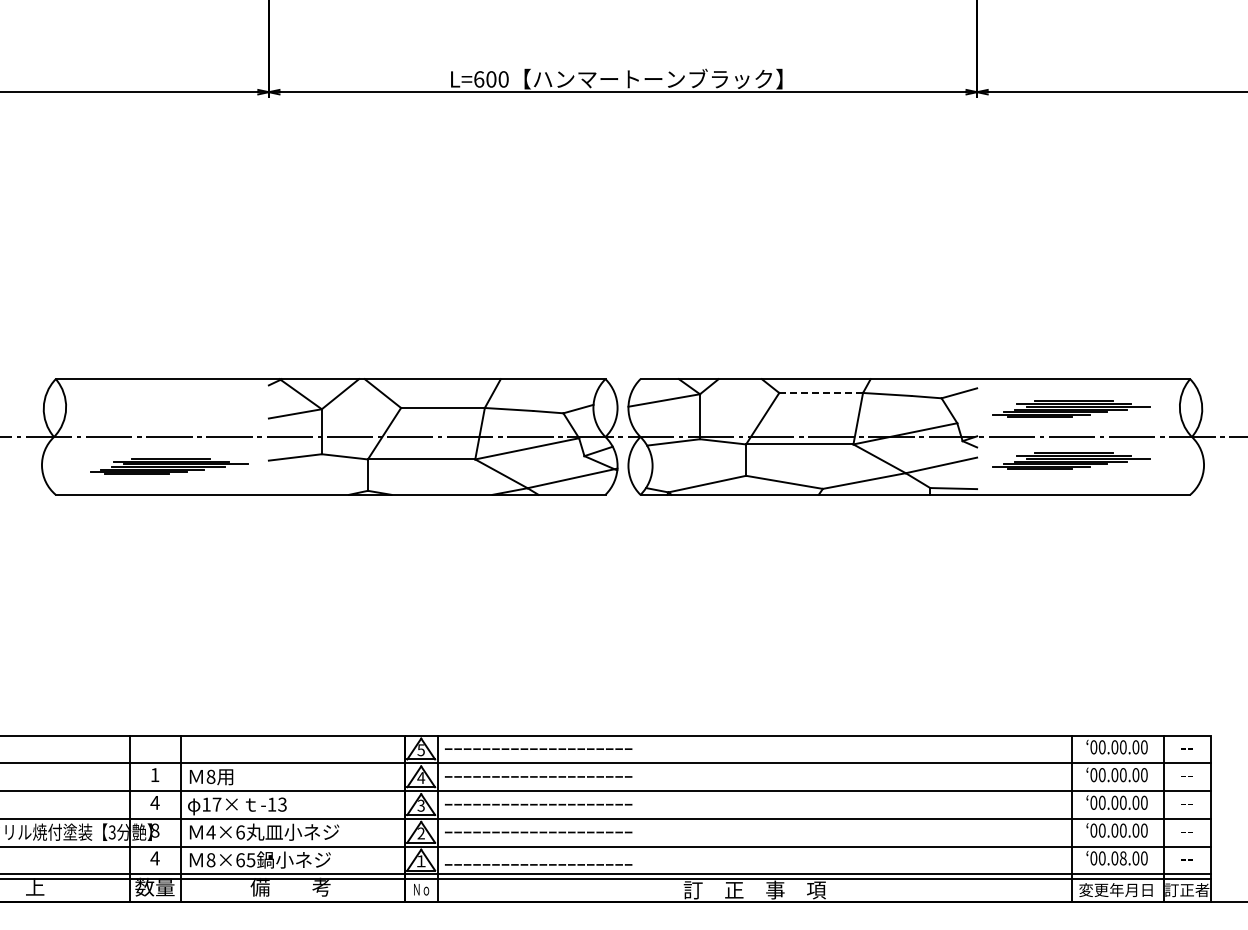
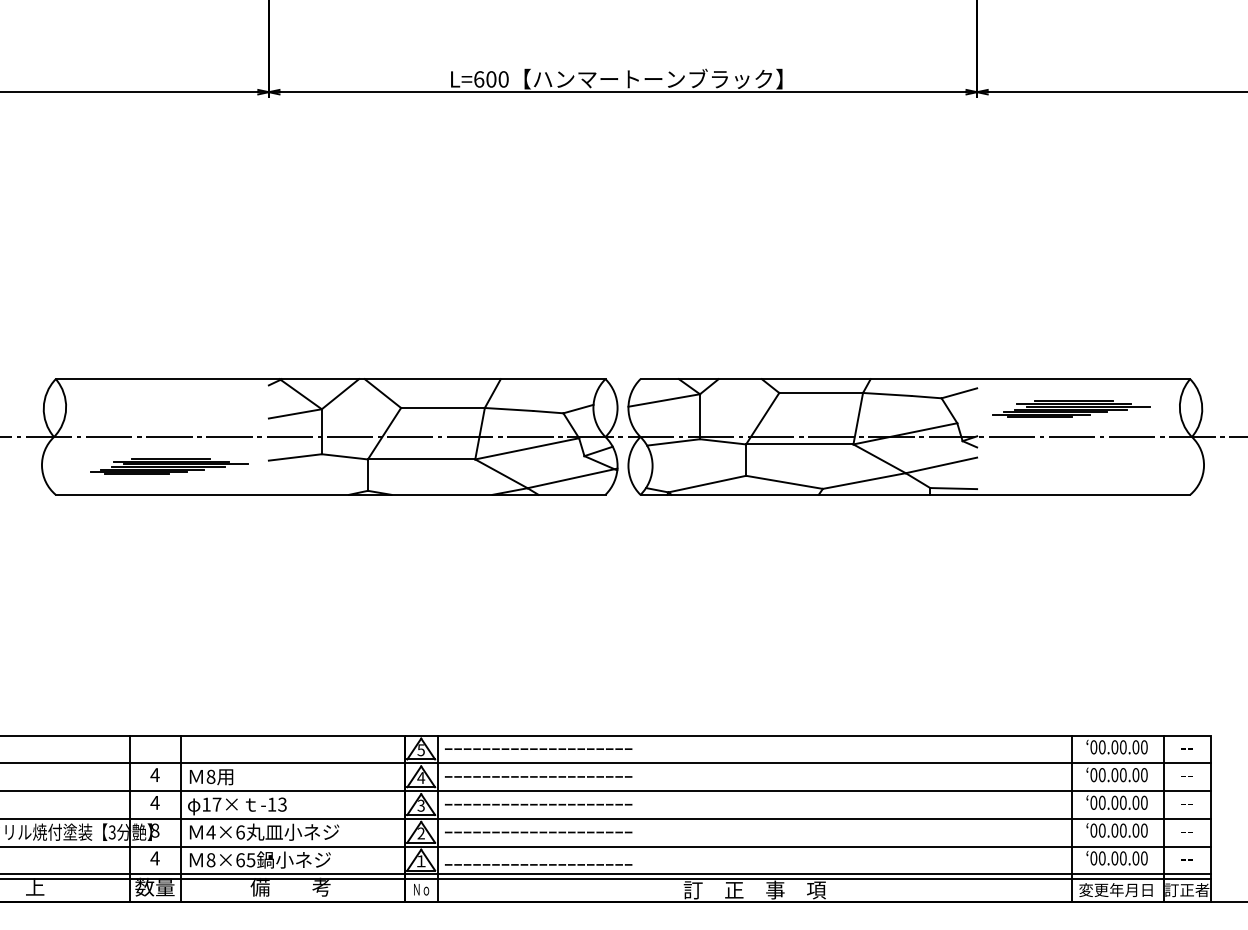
line at (821, 392): dashed -> solid
part at (1071, 460): present -> none
text at (154, 774): 1 -> 4
text at (1122, 858): 00.08.00 -> 00.00.00
